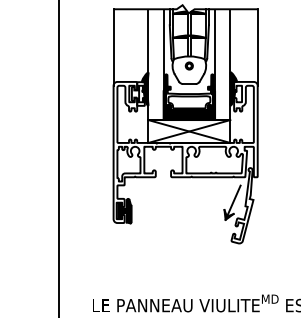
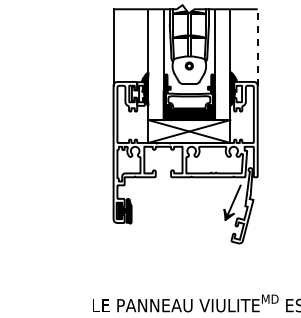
line at (257, 47): solid -> dashed
line at (58, 158): present -> none
